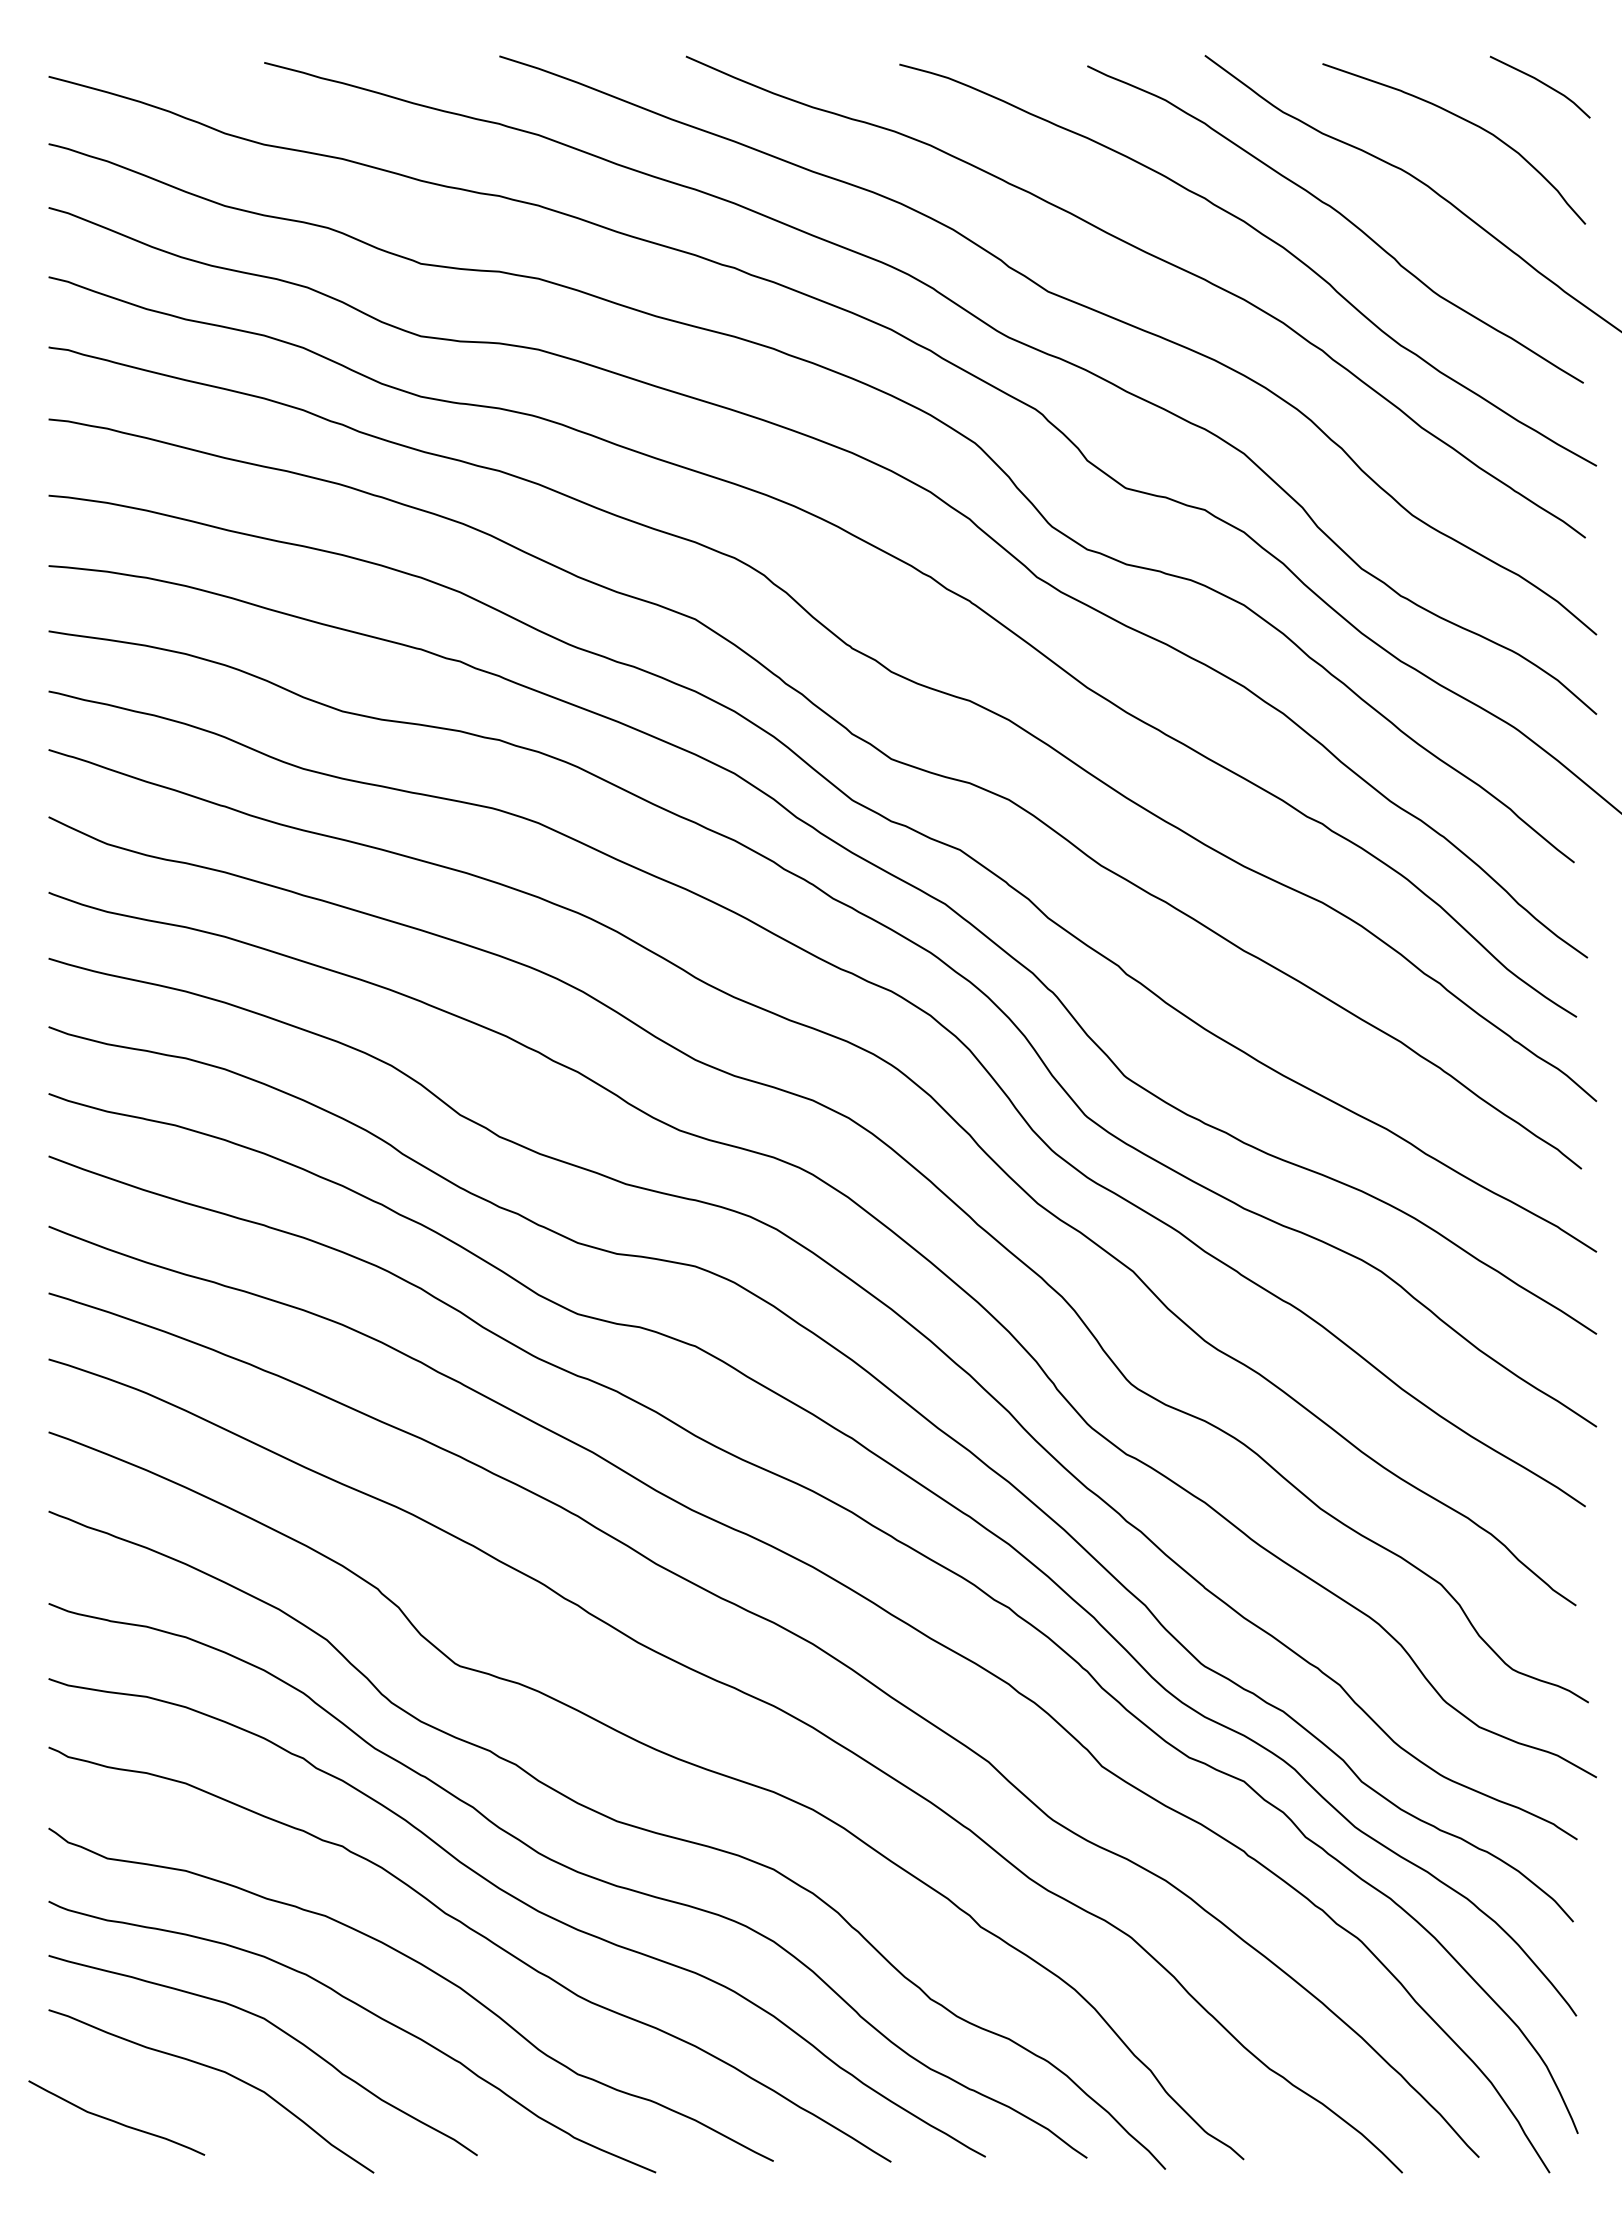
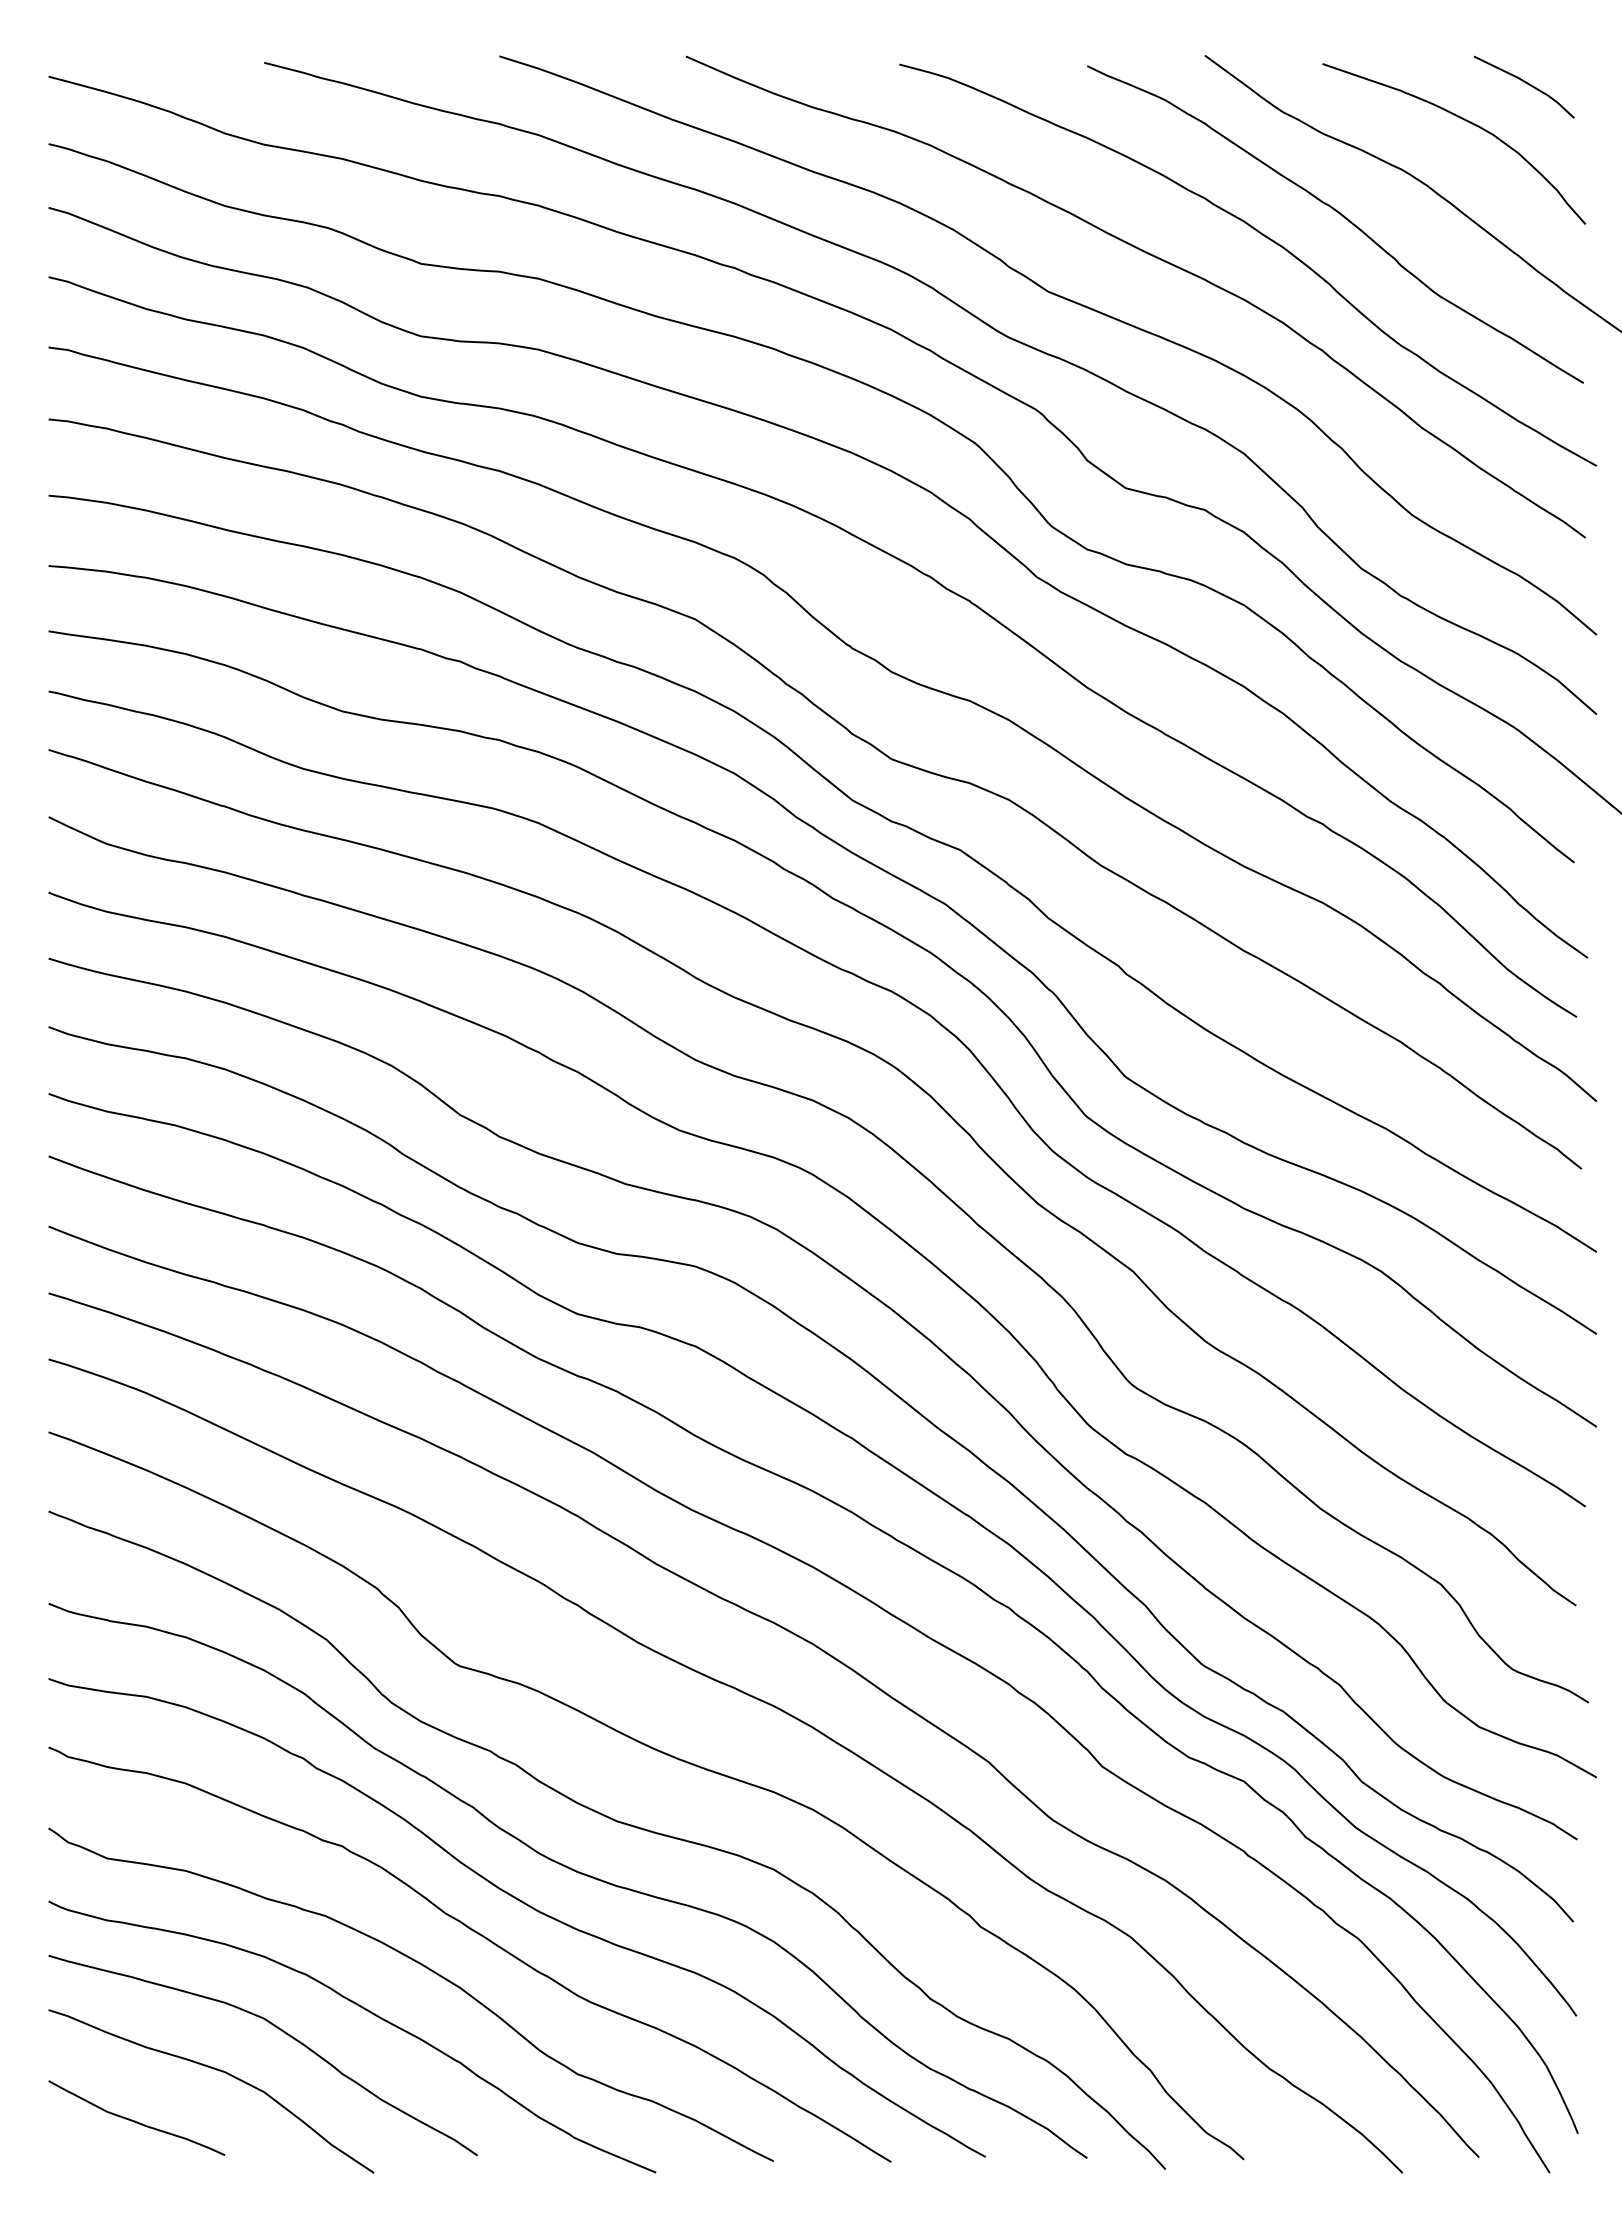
line at (1541, 83) position: (1541, 83) -> (1525, 83)
curve at (115, 2120) position: (115, 2120) -> (135, 2120)
